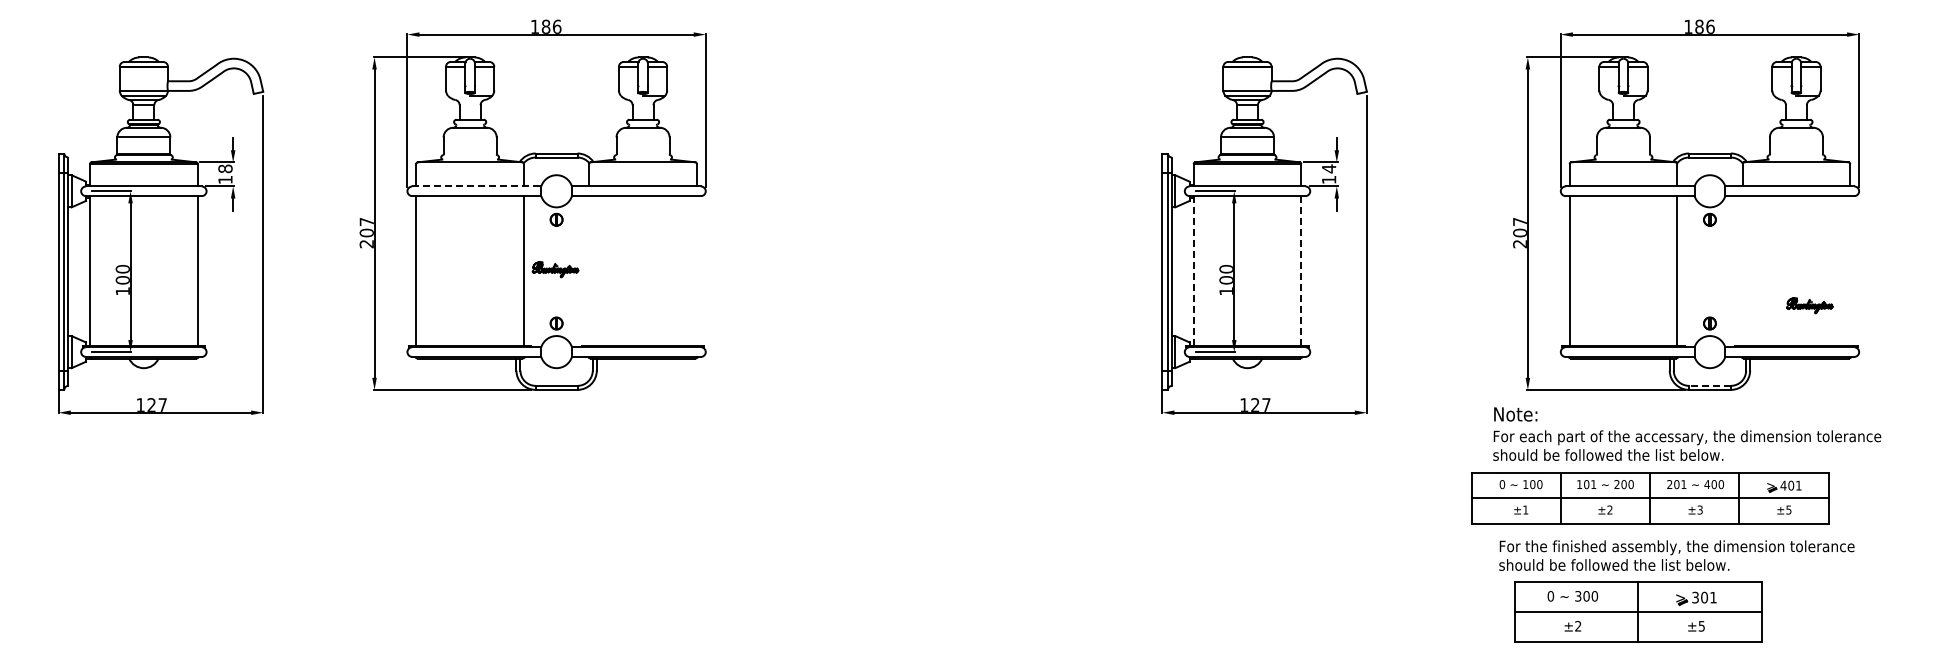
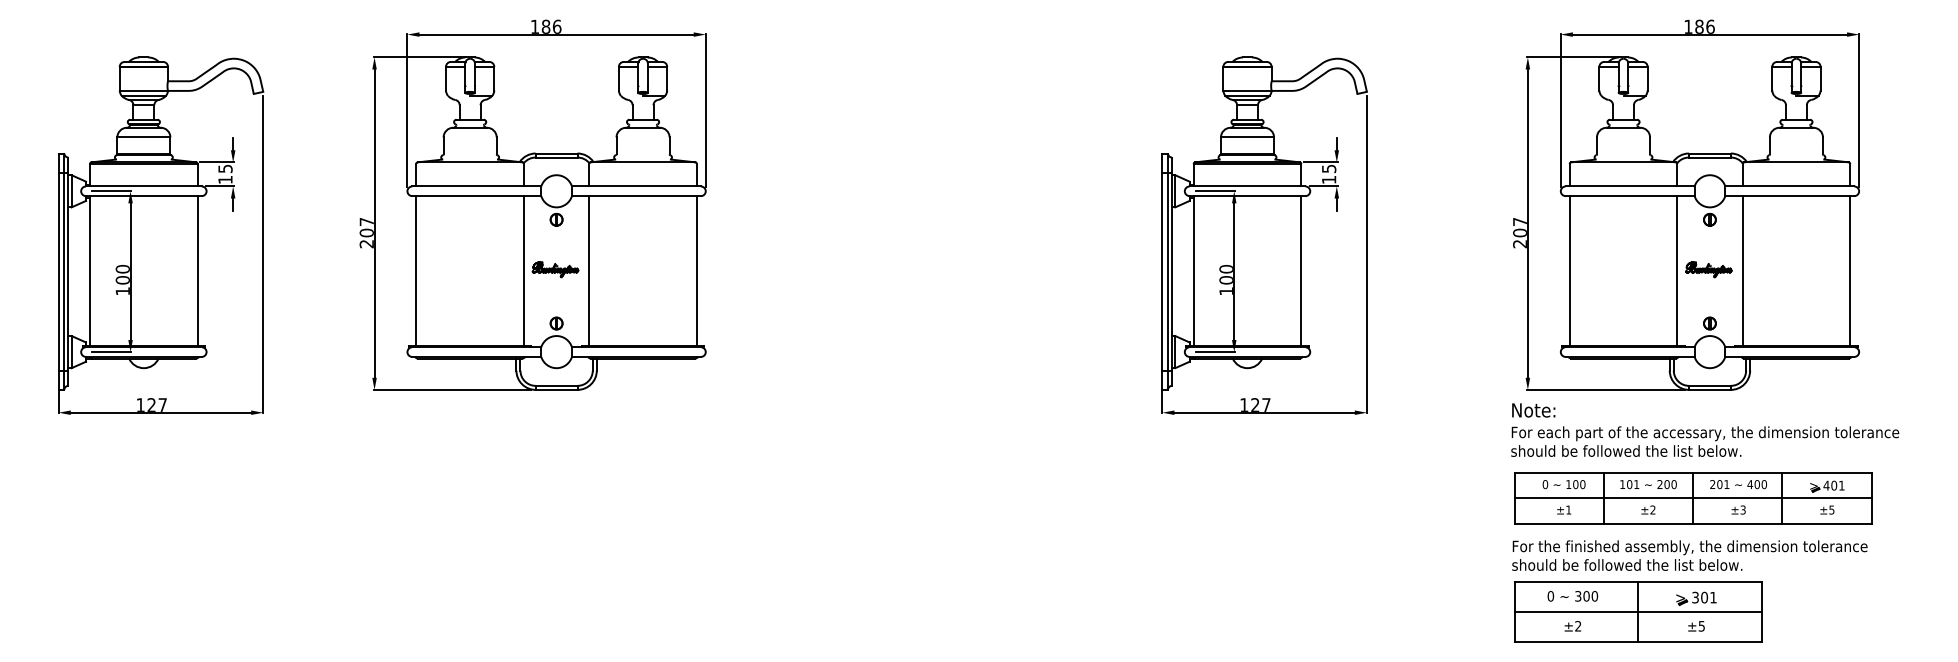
text at (225, 168): 18 -> 15
text at (1329, 168): 14 -> 15
line at (477, 186): dashed -> solid
line at (589, 270): none -> present
line at (696, 270): none -> present
line at (1193, 270): dashed -> solid
line at (1301, 270): dashed -> solid
line at (1742, 270): none -> present
line at (1850, 270): none -> present
part at (1809, 305) position: (1809, 305) -> (1708, 269)
line at (1709, 385): dashed -> solid
text at (1687, 433) position: (1687, 433) -> (1705, 429)
part at (1650, 498) position: (1650, 498) -> (1693, 498)
text at (1676, 555) position: (1676, 555) -> (1689, 555)
